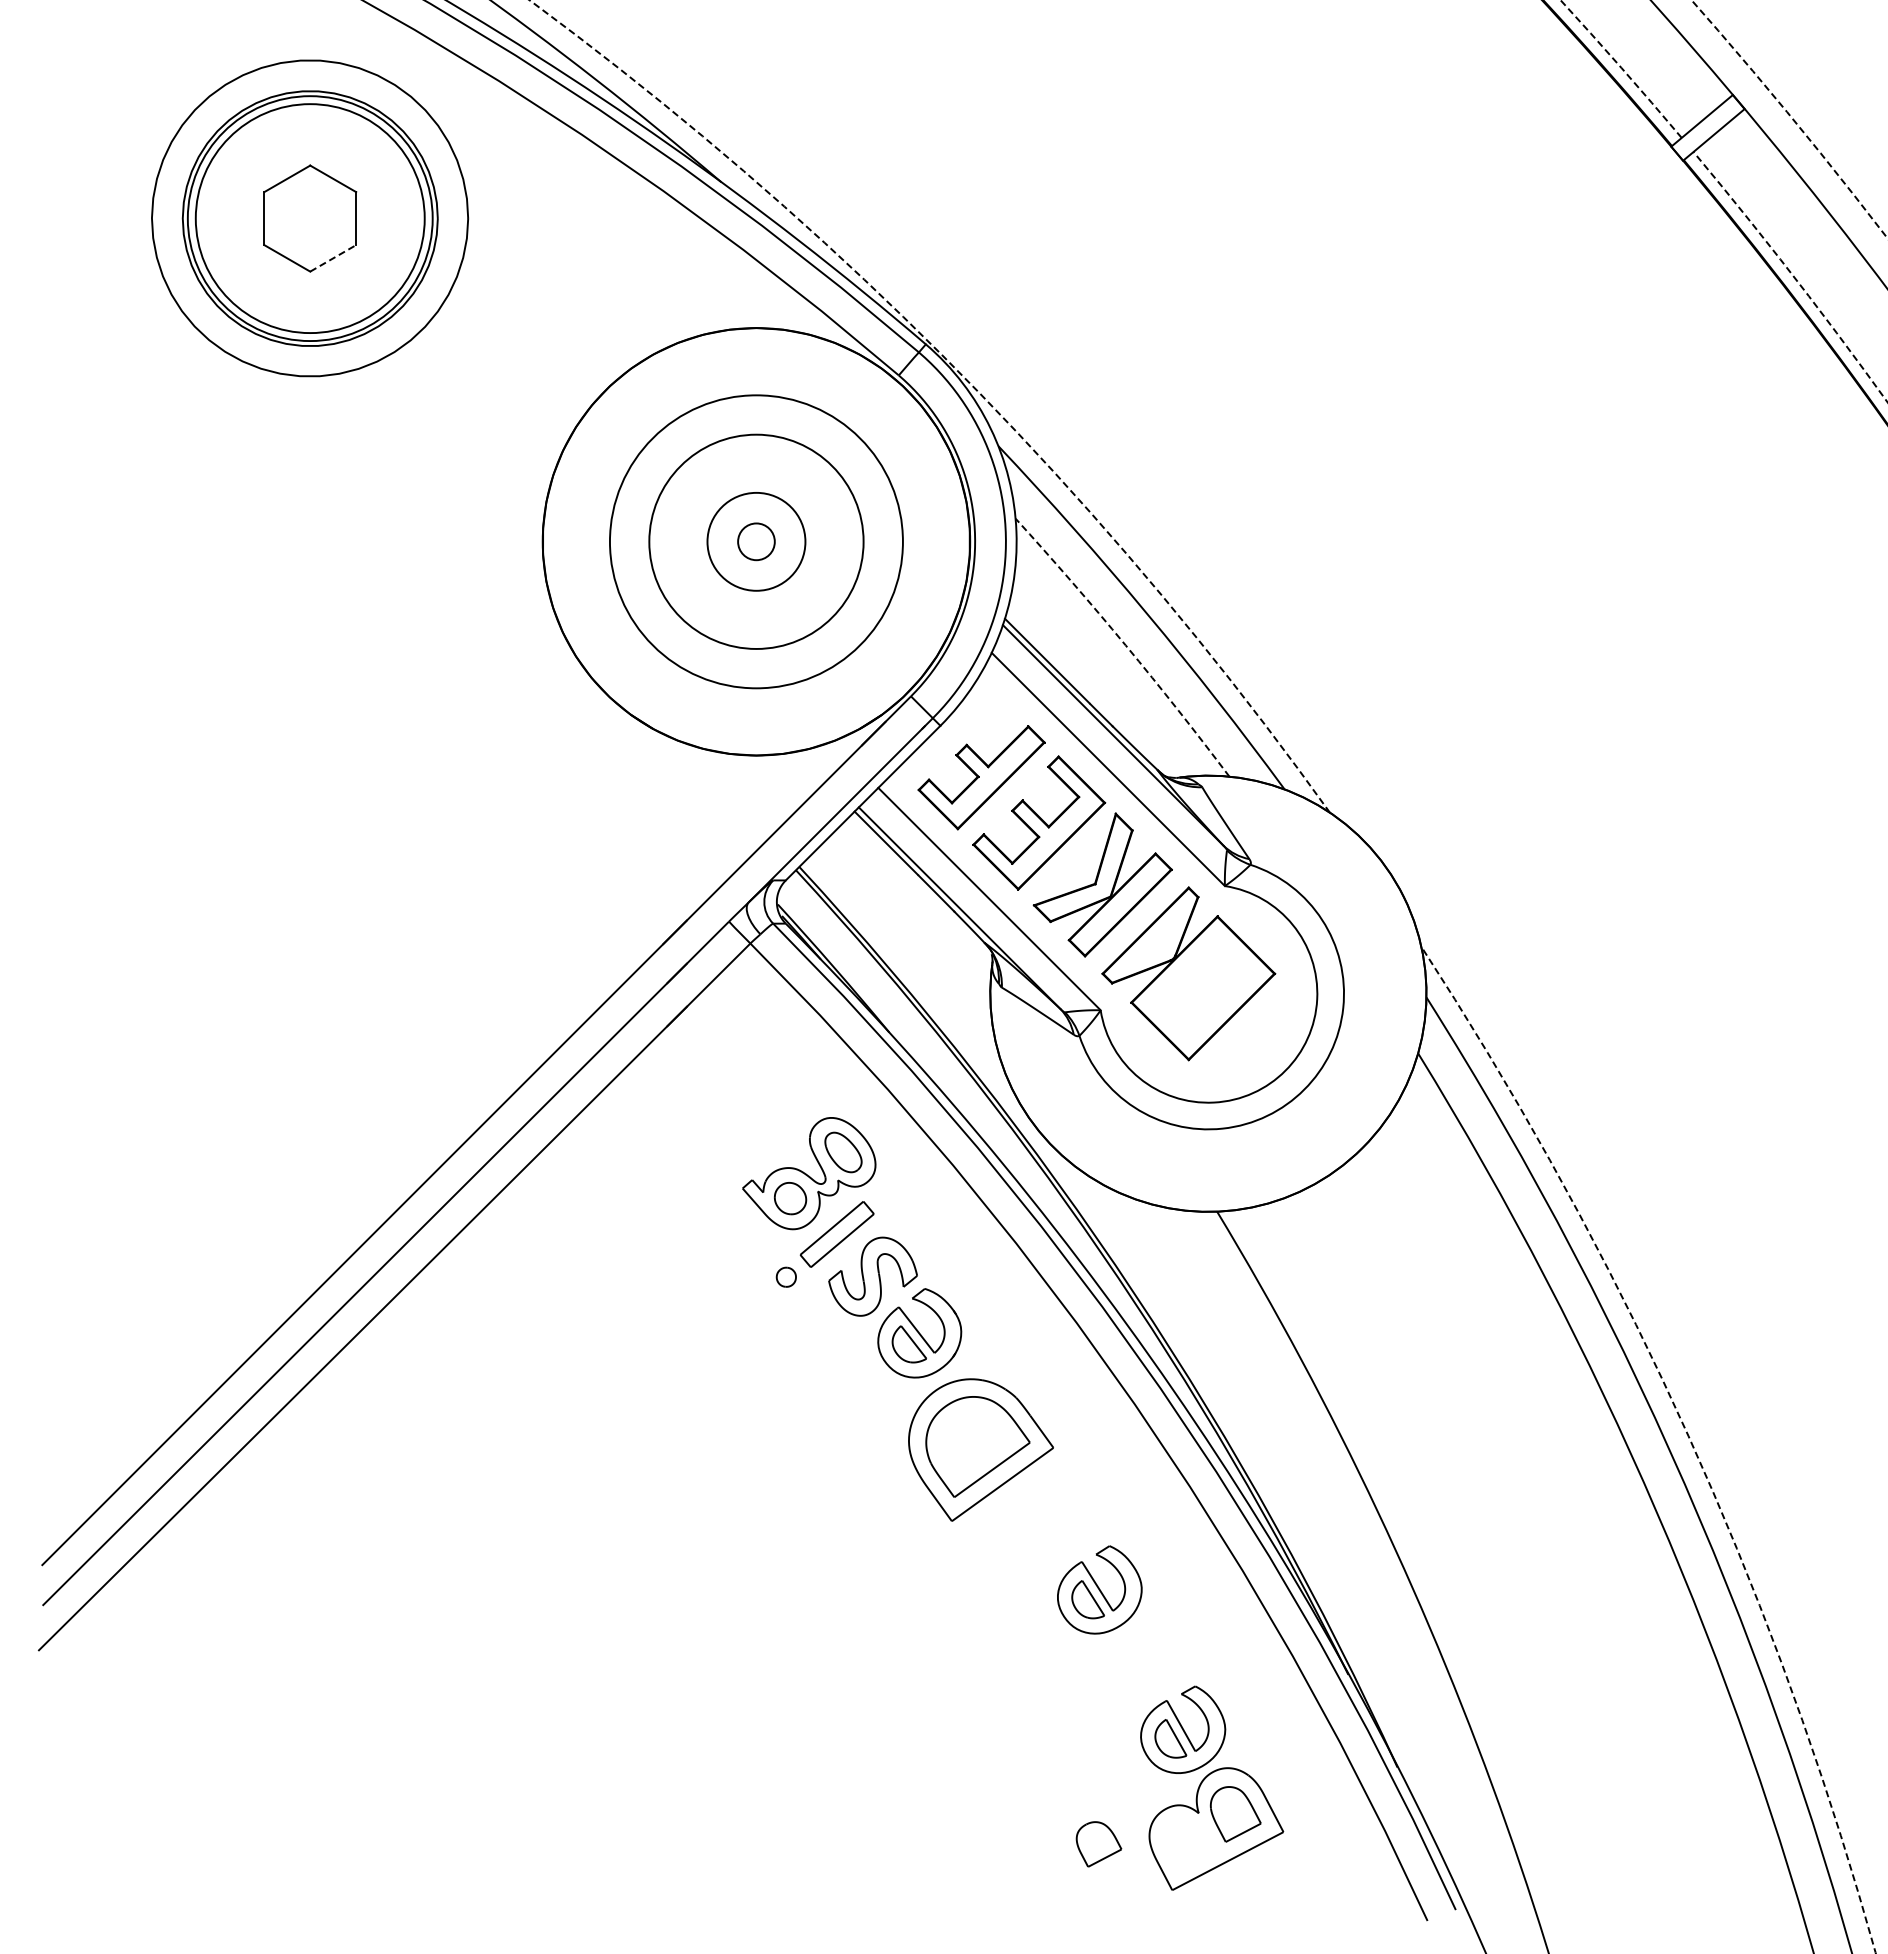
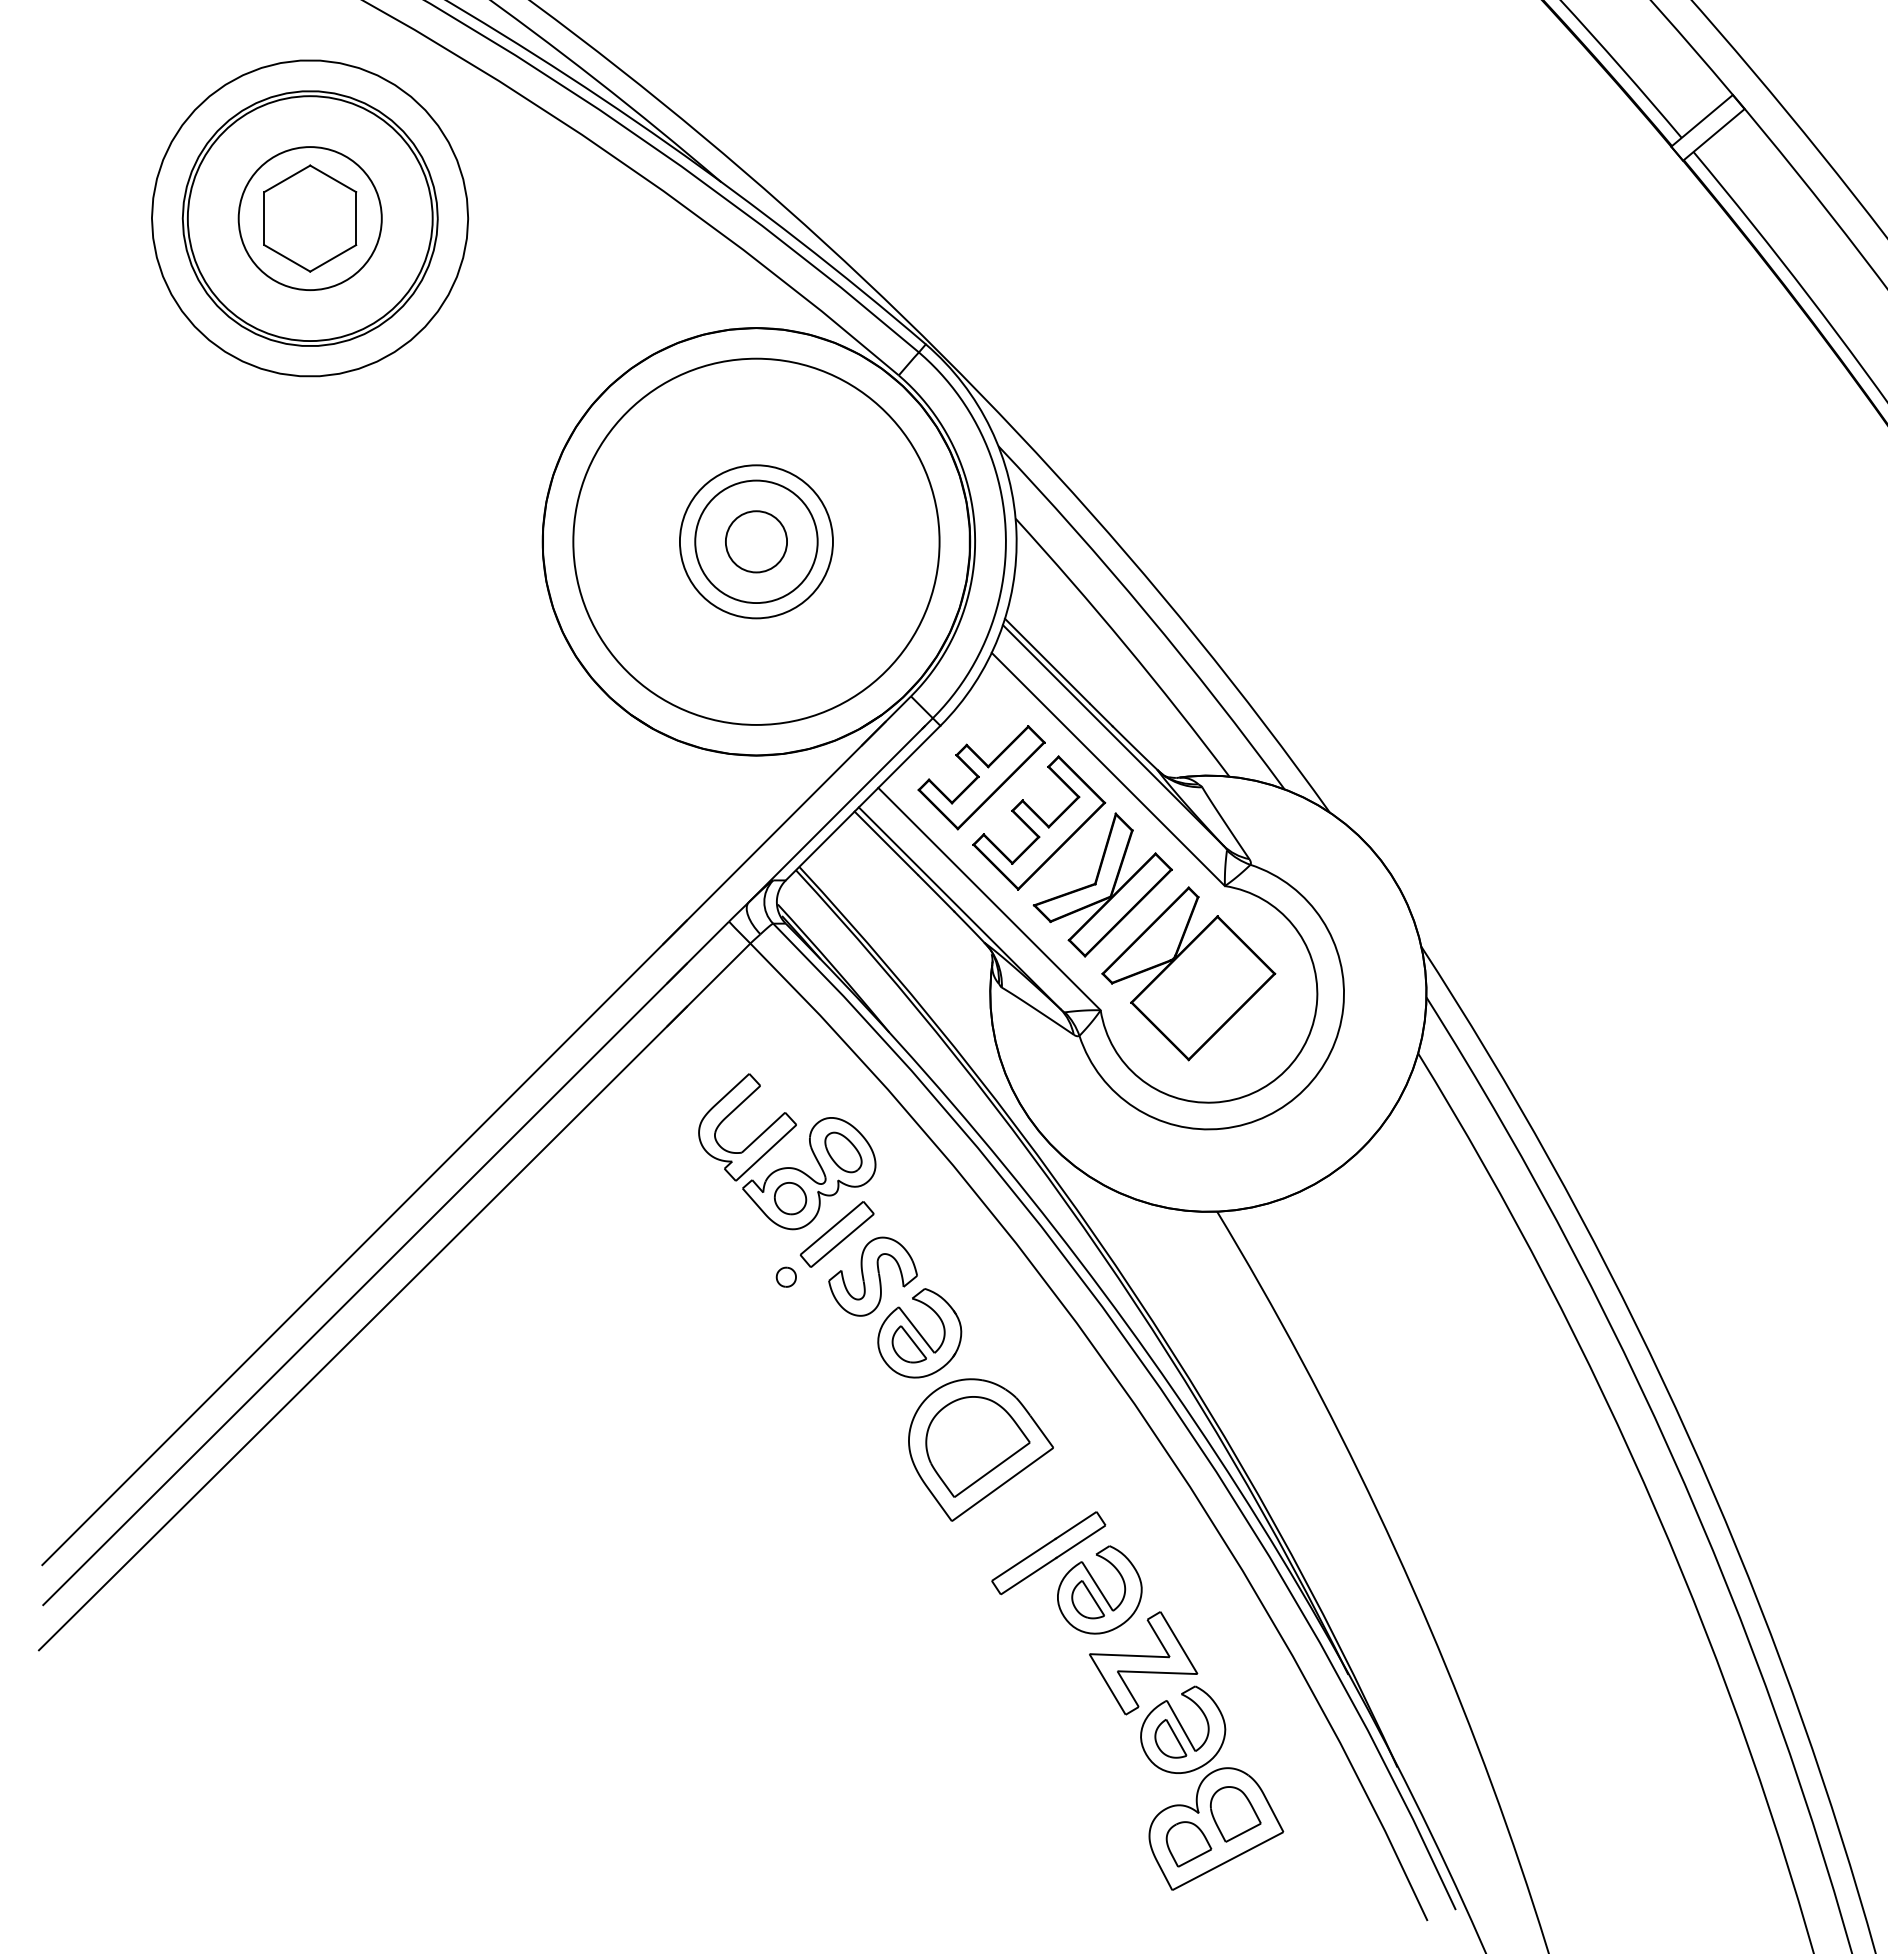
arc at (1621, 67): dashed -> solid
circle at (1789, 119): dashed -> solid
circle at (309, 218) diameter: 229 px -> 143 px
line at (333, 258): dashed -> solid
arc at (1792, 275): dashed -> solid
arc at (961, 374): dashed -> solid
circle at (755, 541) diameter: 293 px -> 366 px
circle at (756, 541) diameter: 214 px -> 153 px
circle at (756, 541) diameter: 37 px -> 61 px
circle at (756, 541) diameter: 98 px -> 122 px
arc at (1125, 645): dashed -> solid
part at (757, 1136): none -> present
arc at (1687, 1433): dashed -> solid
part at (1048, 1553): none -> present
part at (1143, 1663): none -> present
part at (1098, 1844) position: (1098, 1844) -> (1188, 1844)
